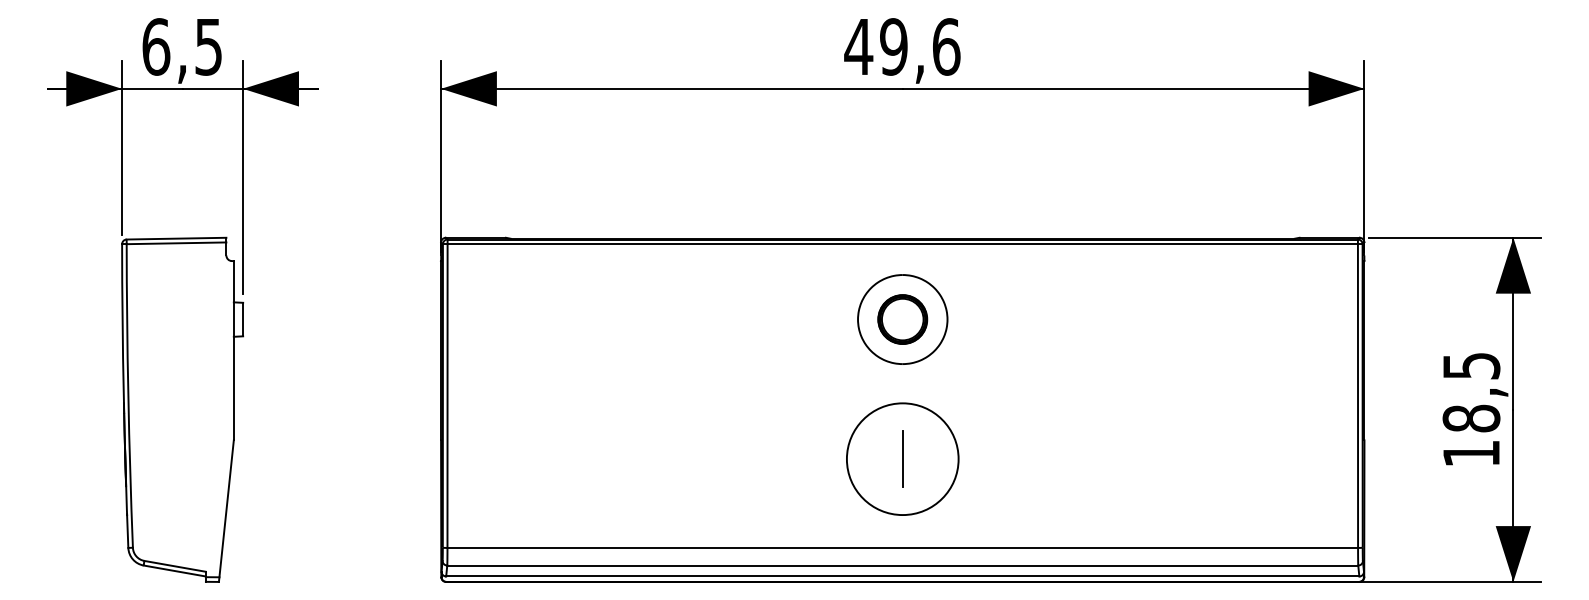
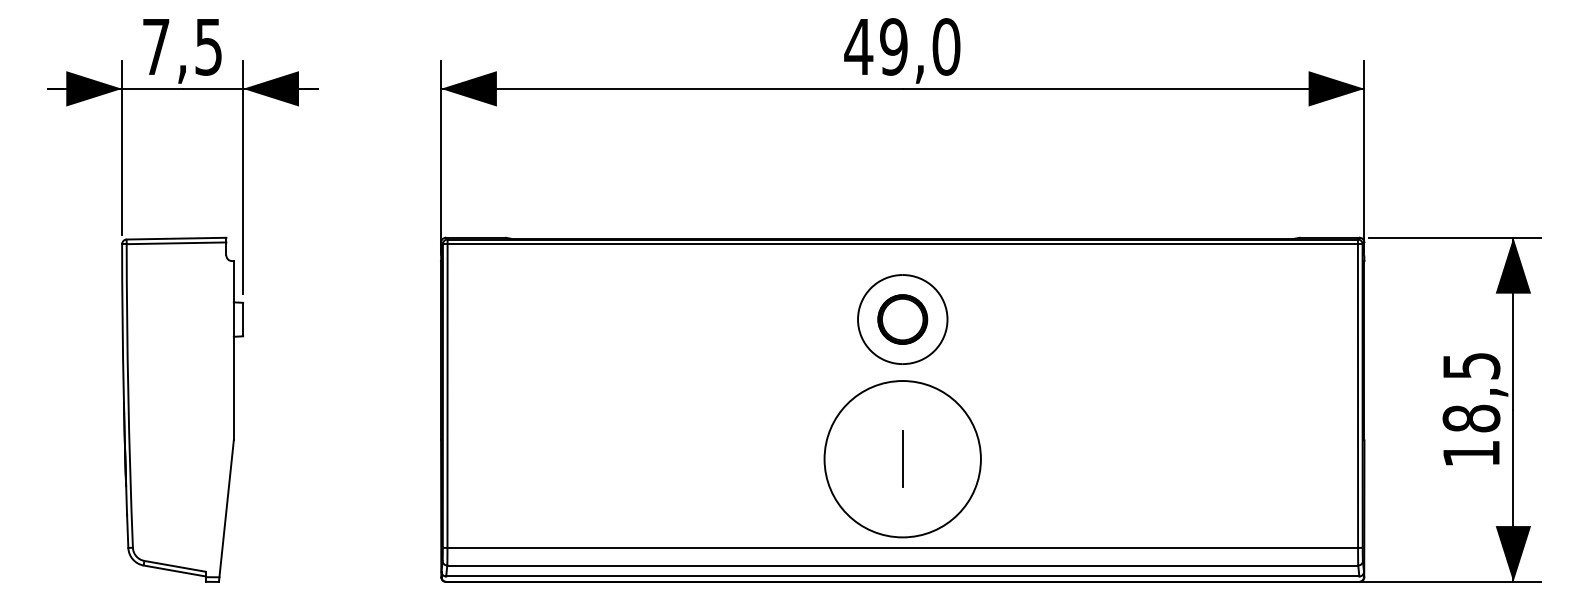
text at (156, 46): 6,5 -> 7,5
text at (946, 46): 49,6 -> 49,0
circle at (902, 459) diameter: 112 px -> 156 px
